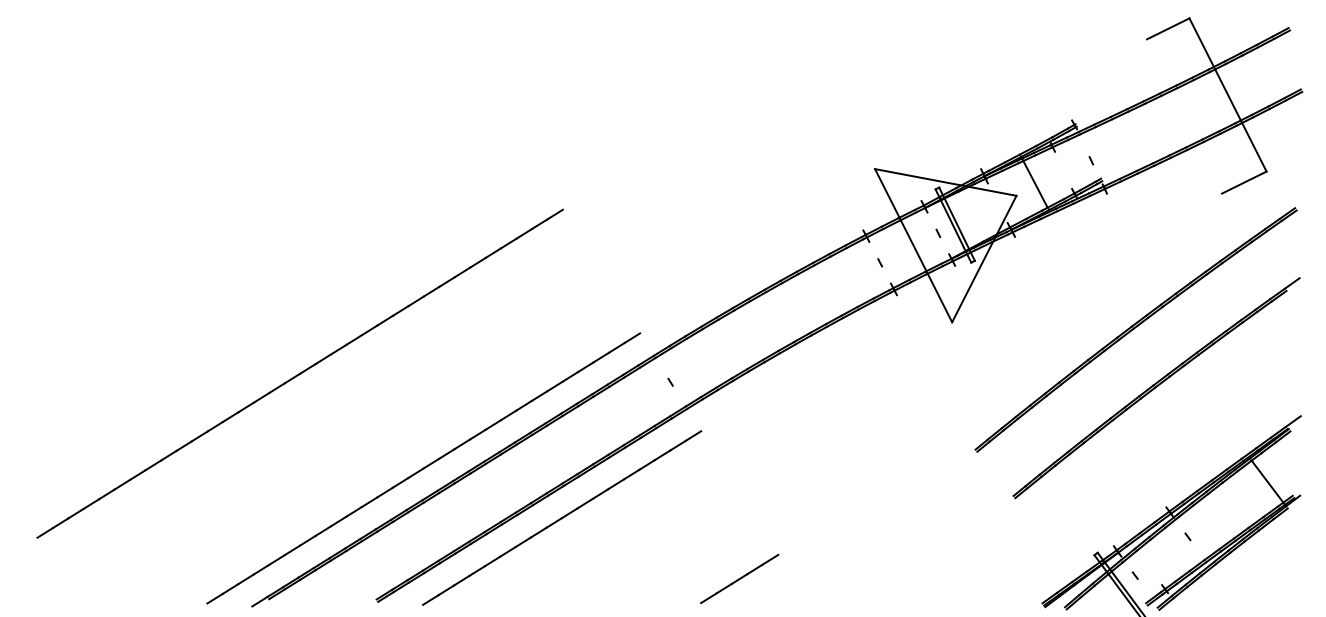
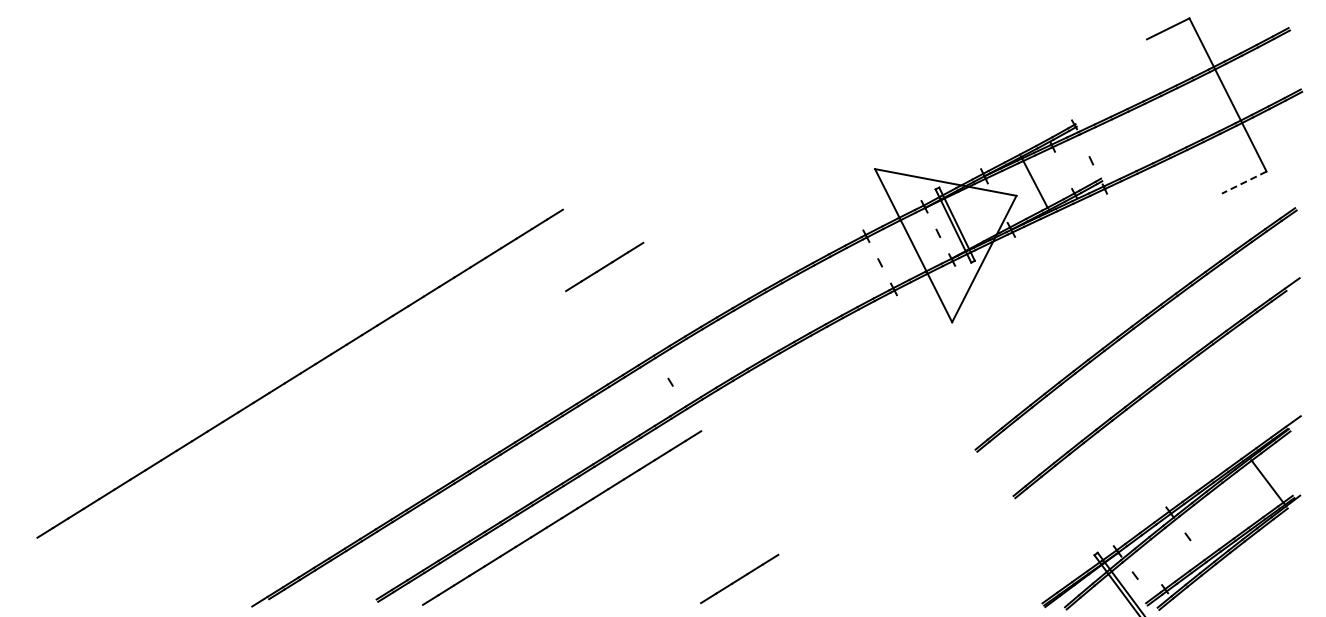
line at (1244, 182): solid -> dashed
line at (604, 266): none -> present
line at (423, 468): present -> none
